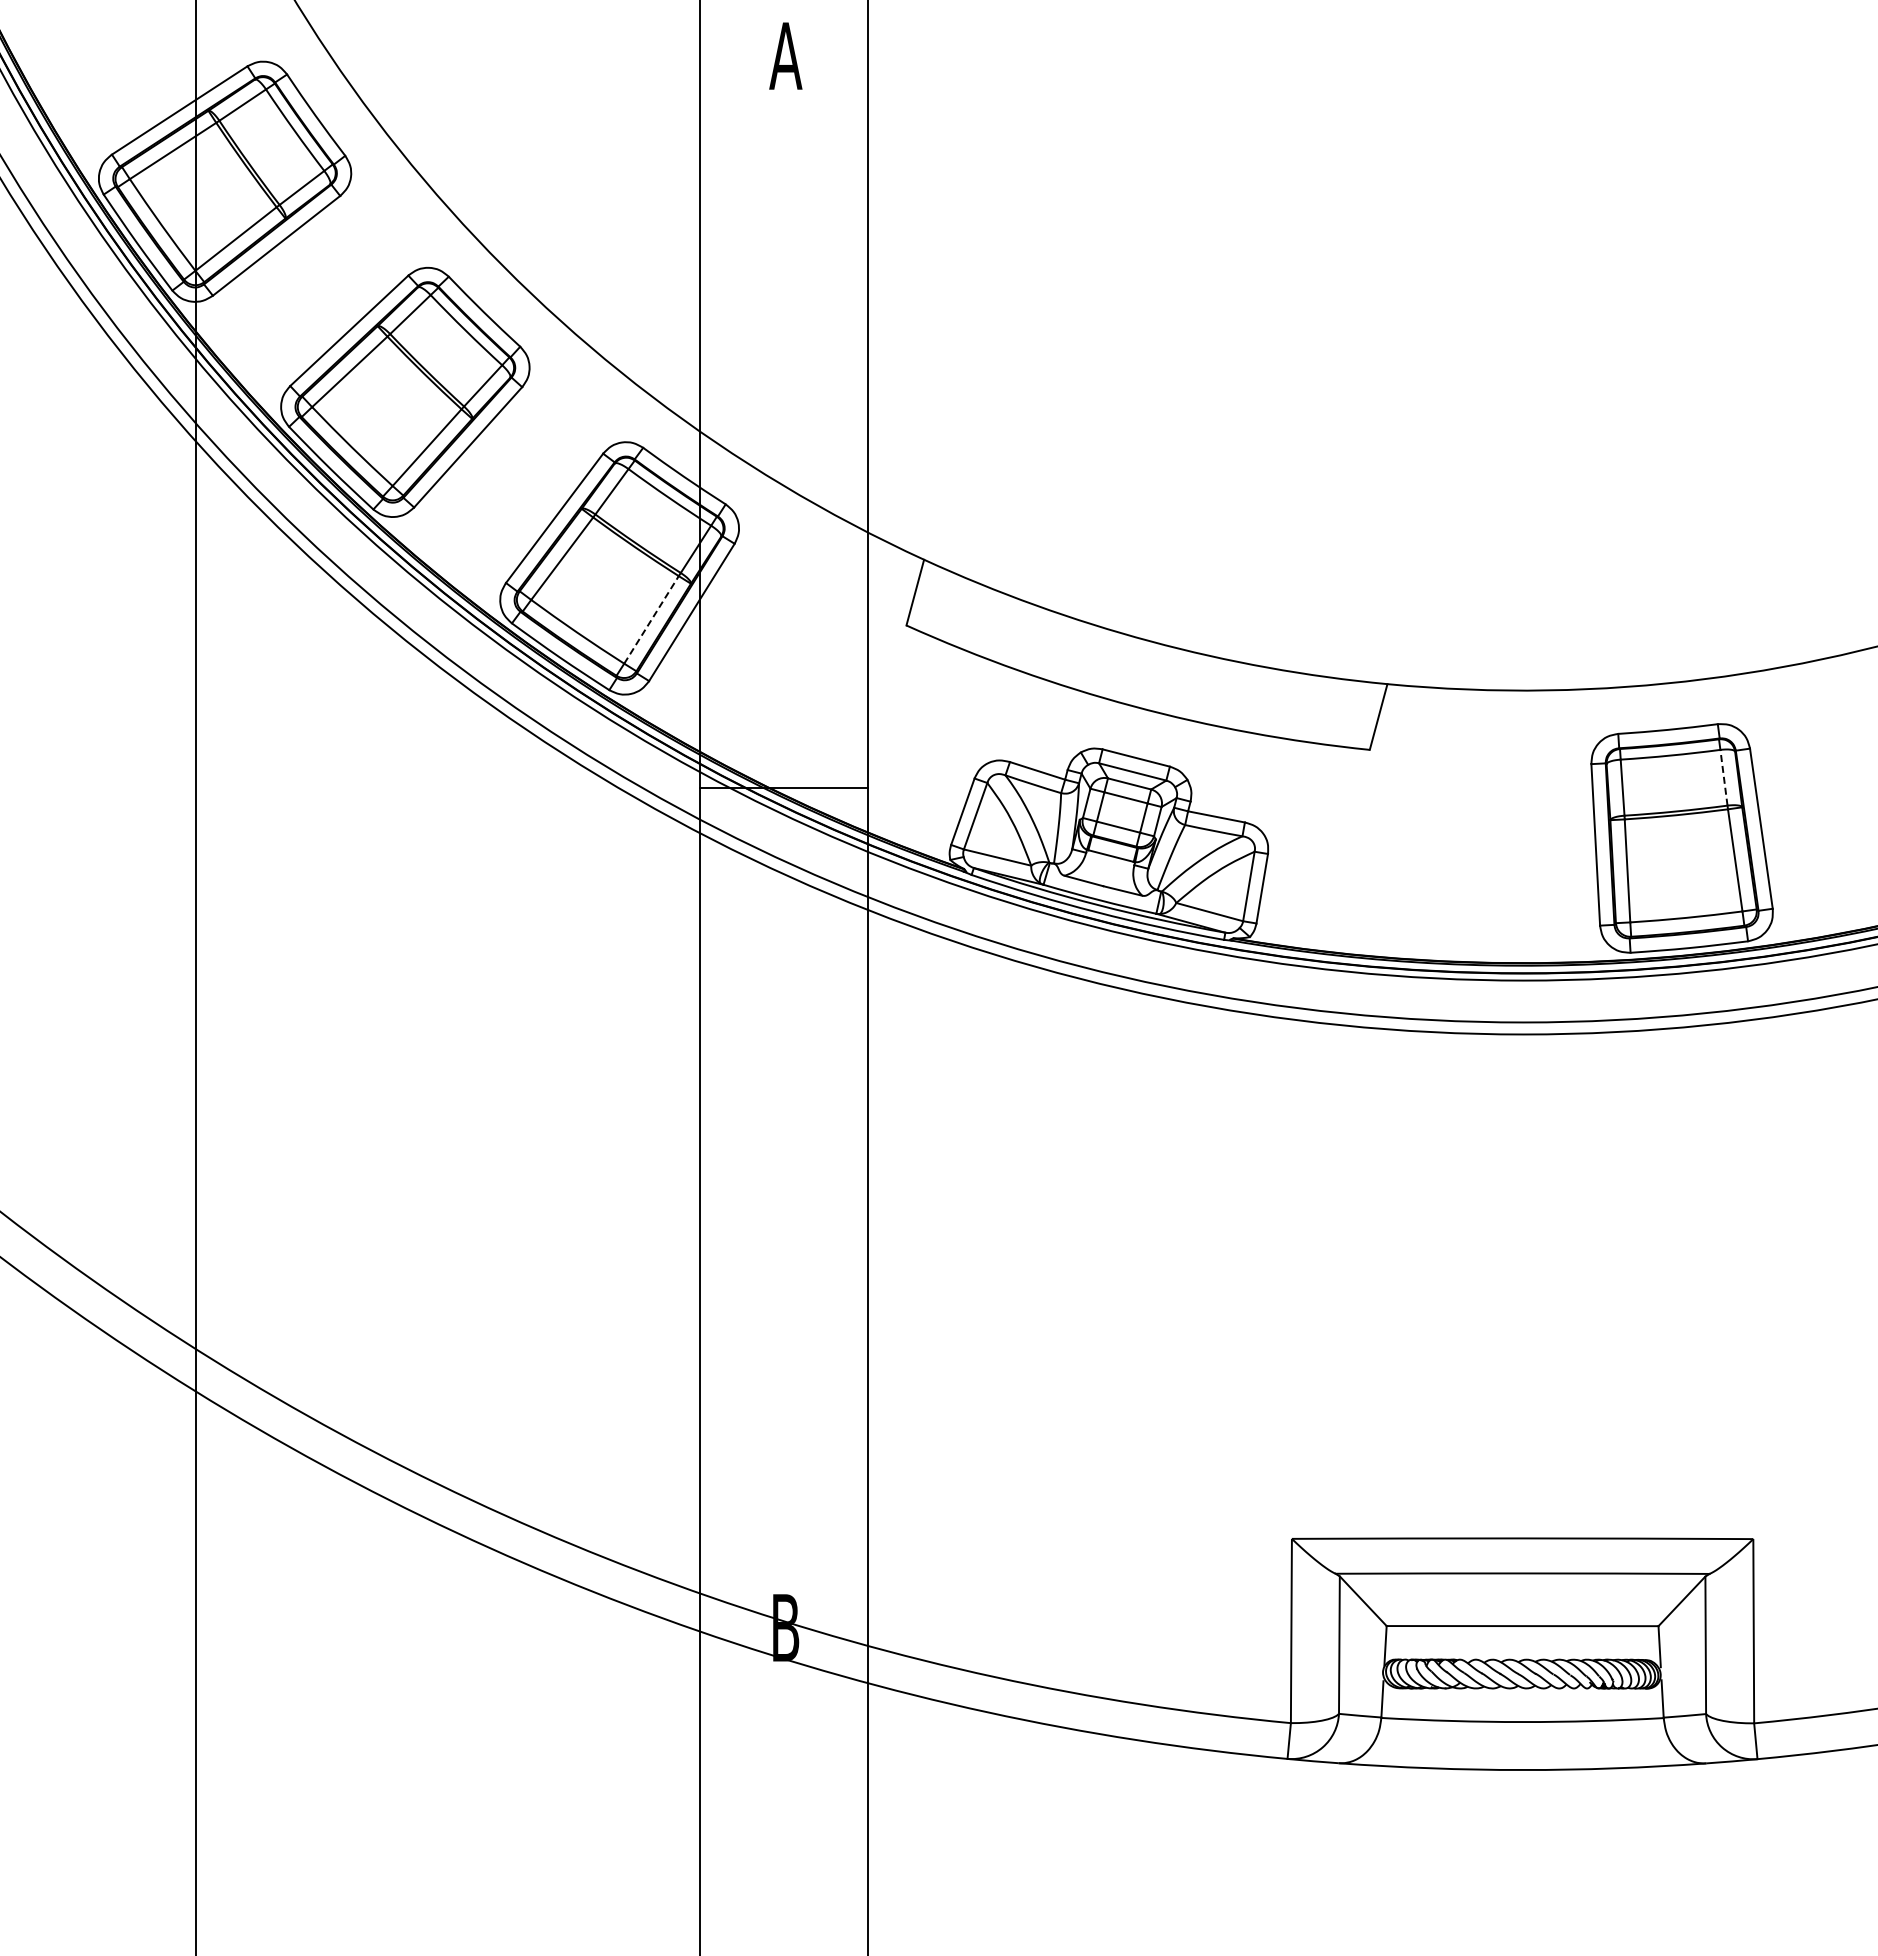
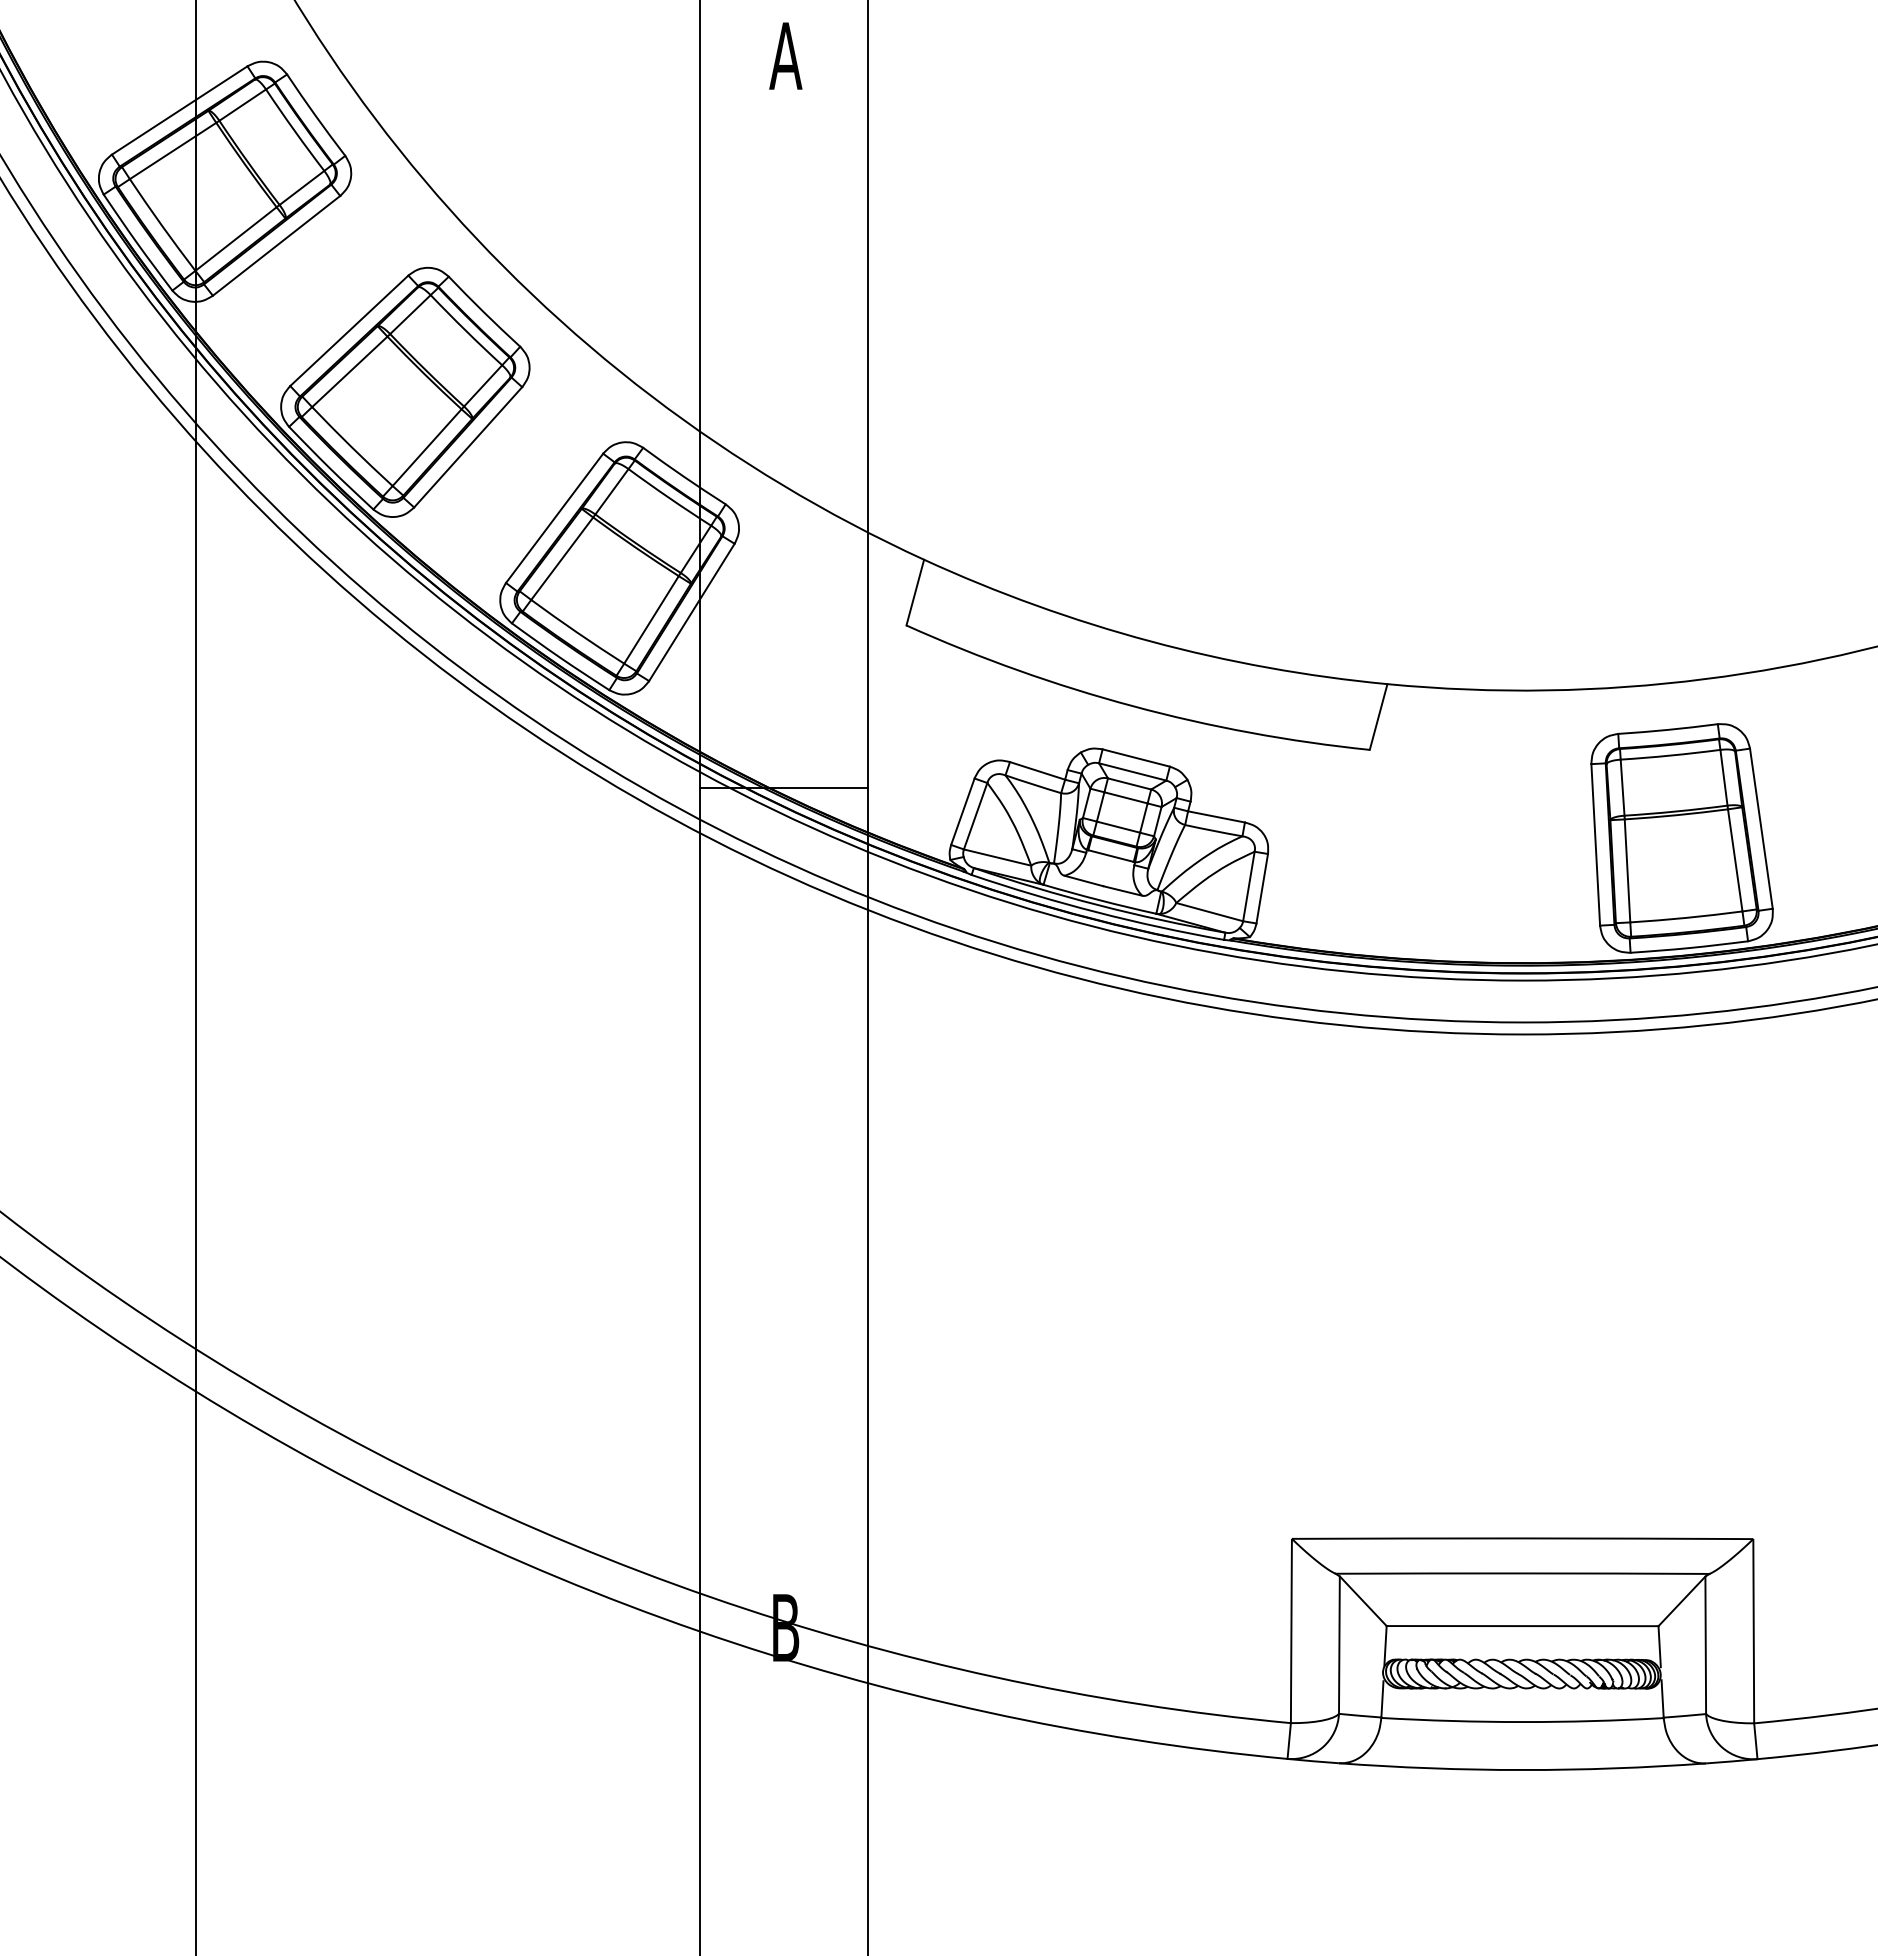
line at (651, 619): dashed -> solid
line at (1723, 777): dashed -> solid
